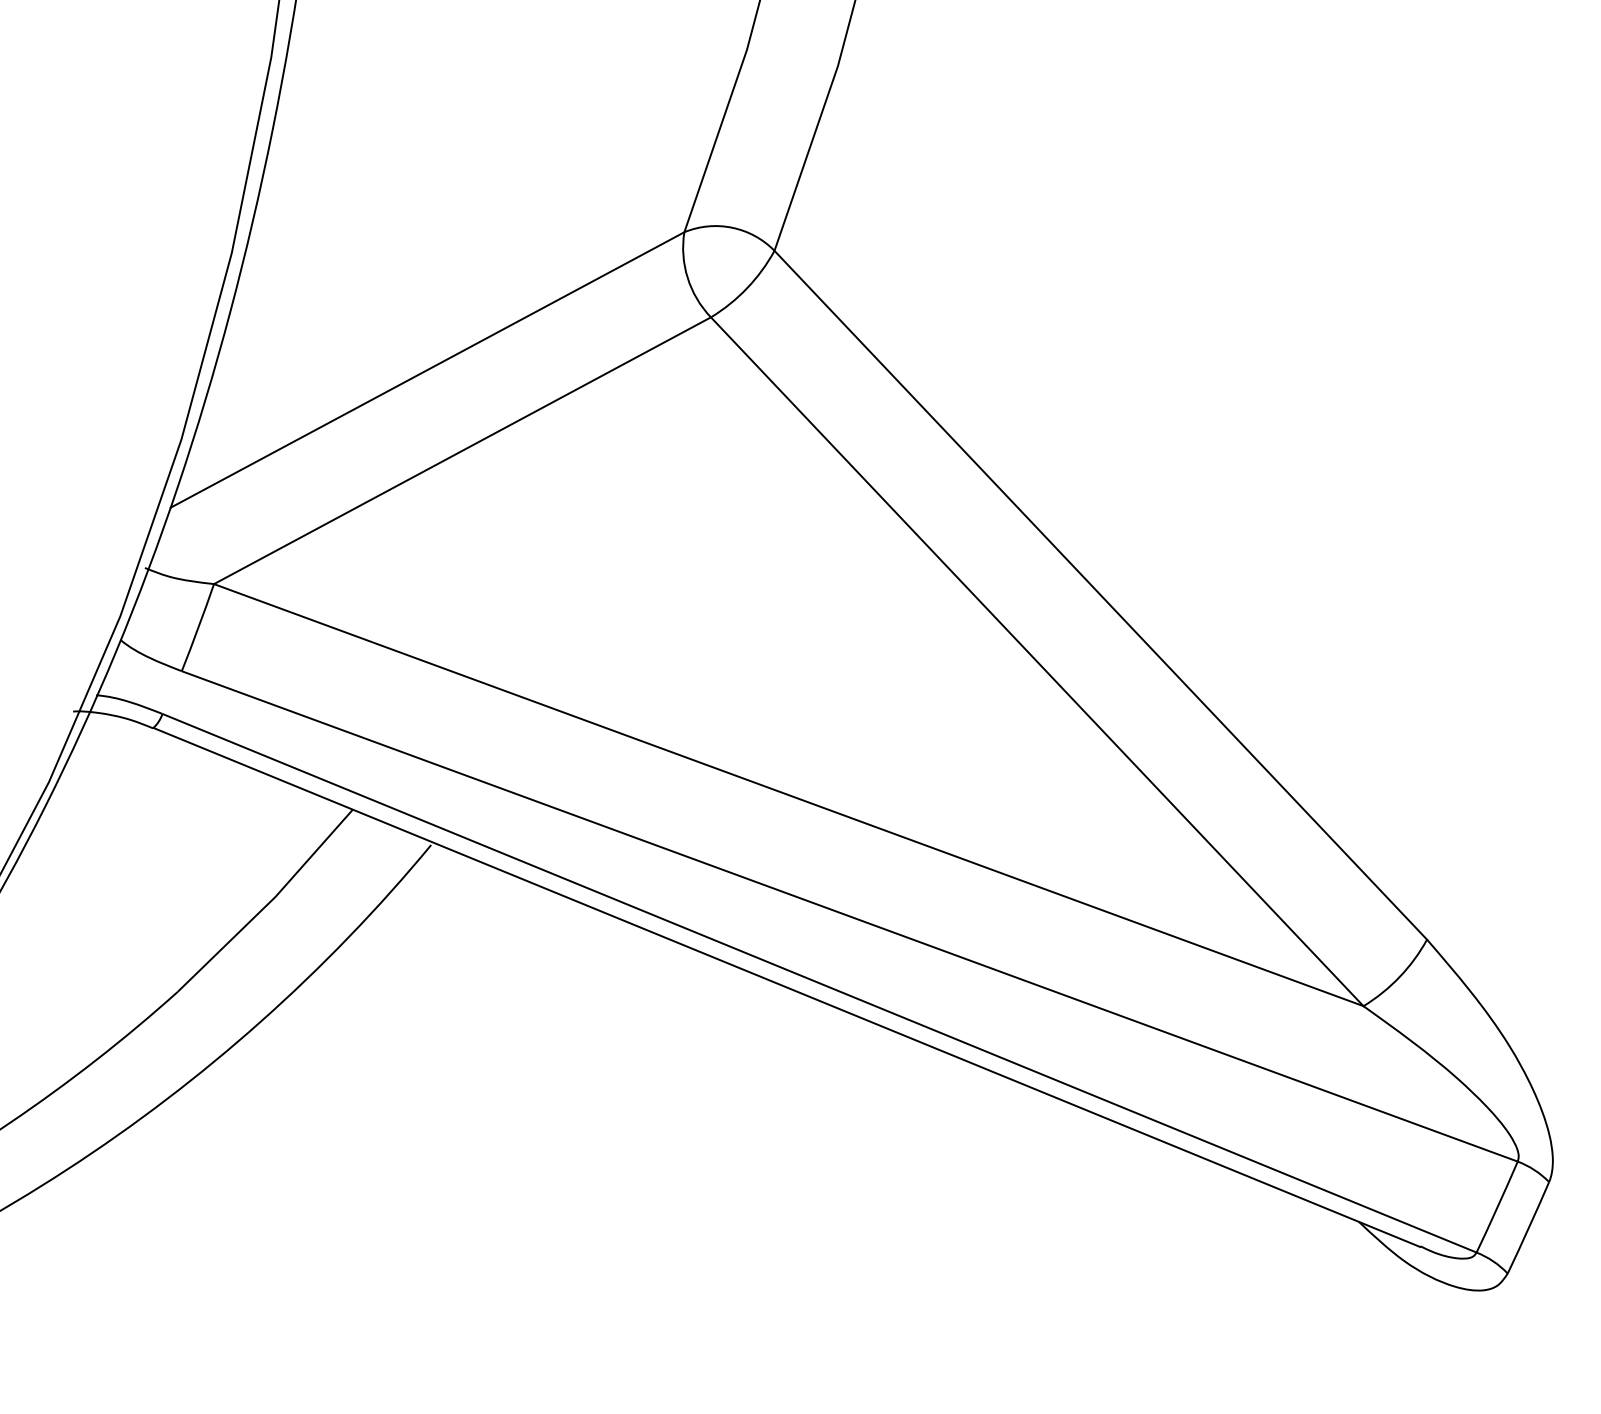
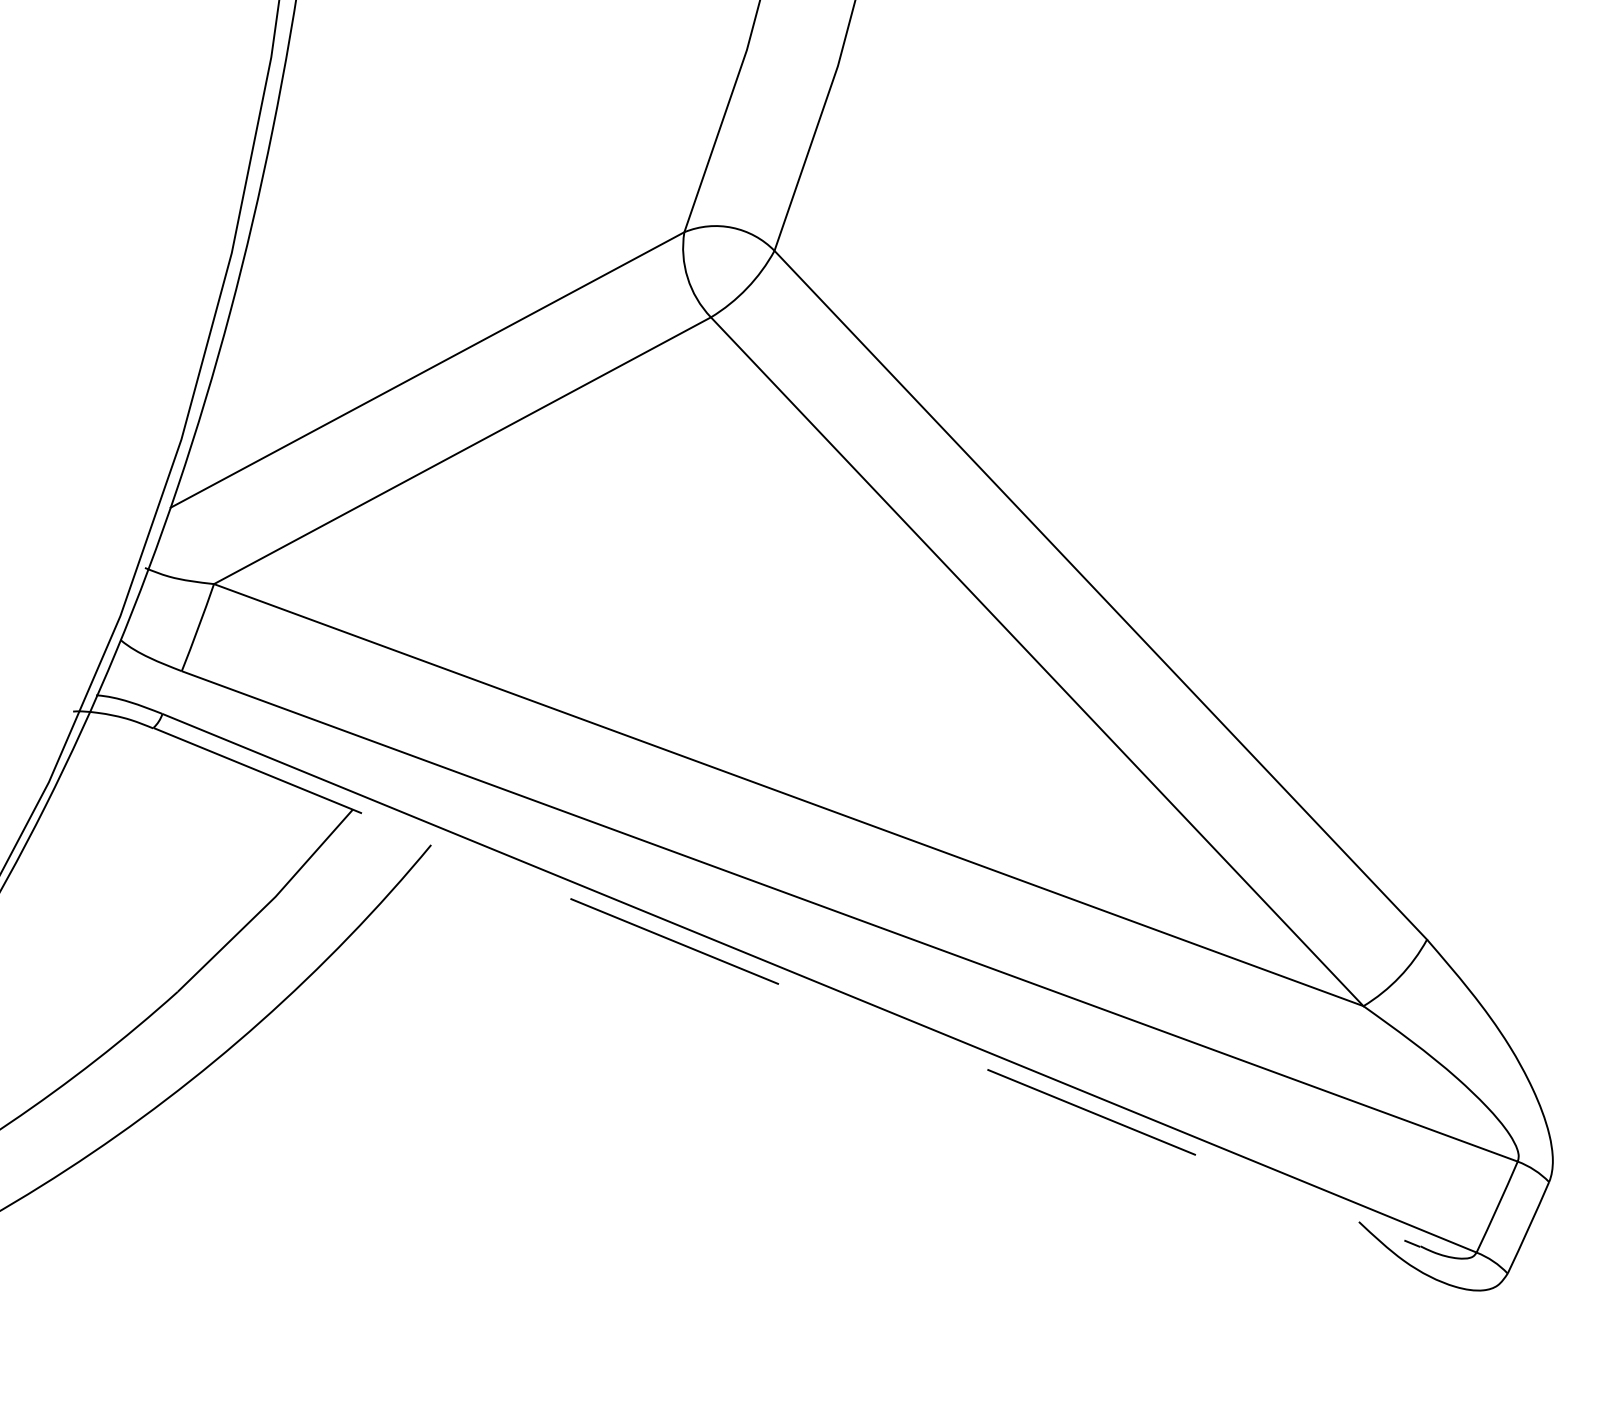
line at (787, 987): solid -> dashed
